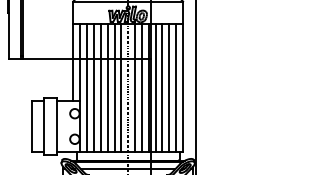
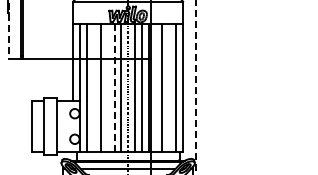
line at (9, 29): solid -> dashed
line at (93, 87): present -> none
line at (107, 87): present -> none
line at (114, 87): solid -> dashed
line at (155, 87): present -> none
line at (169, 87): present -> none
line at (196, 87): solid -> dashed
